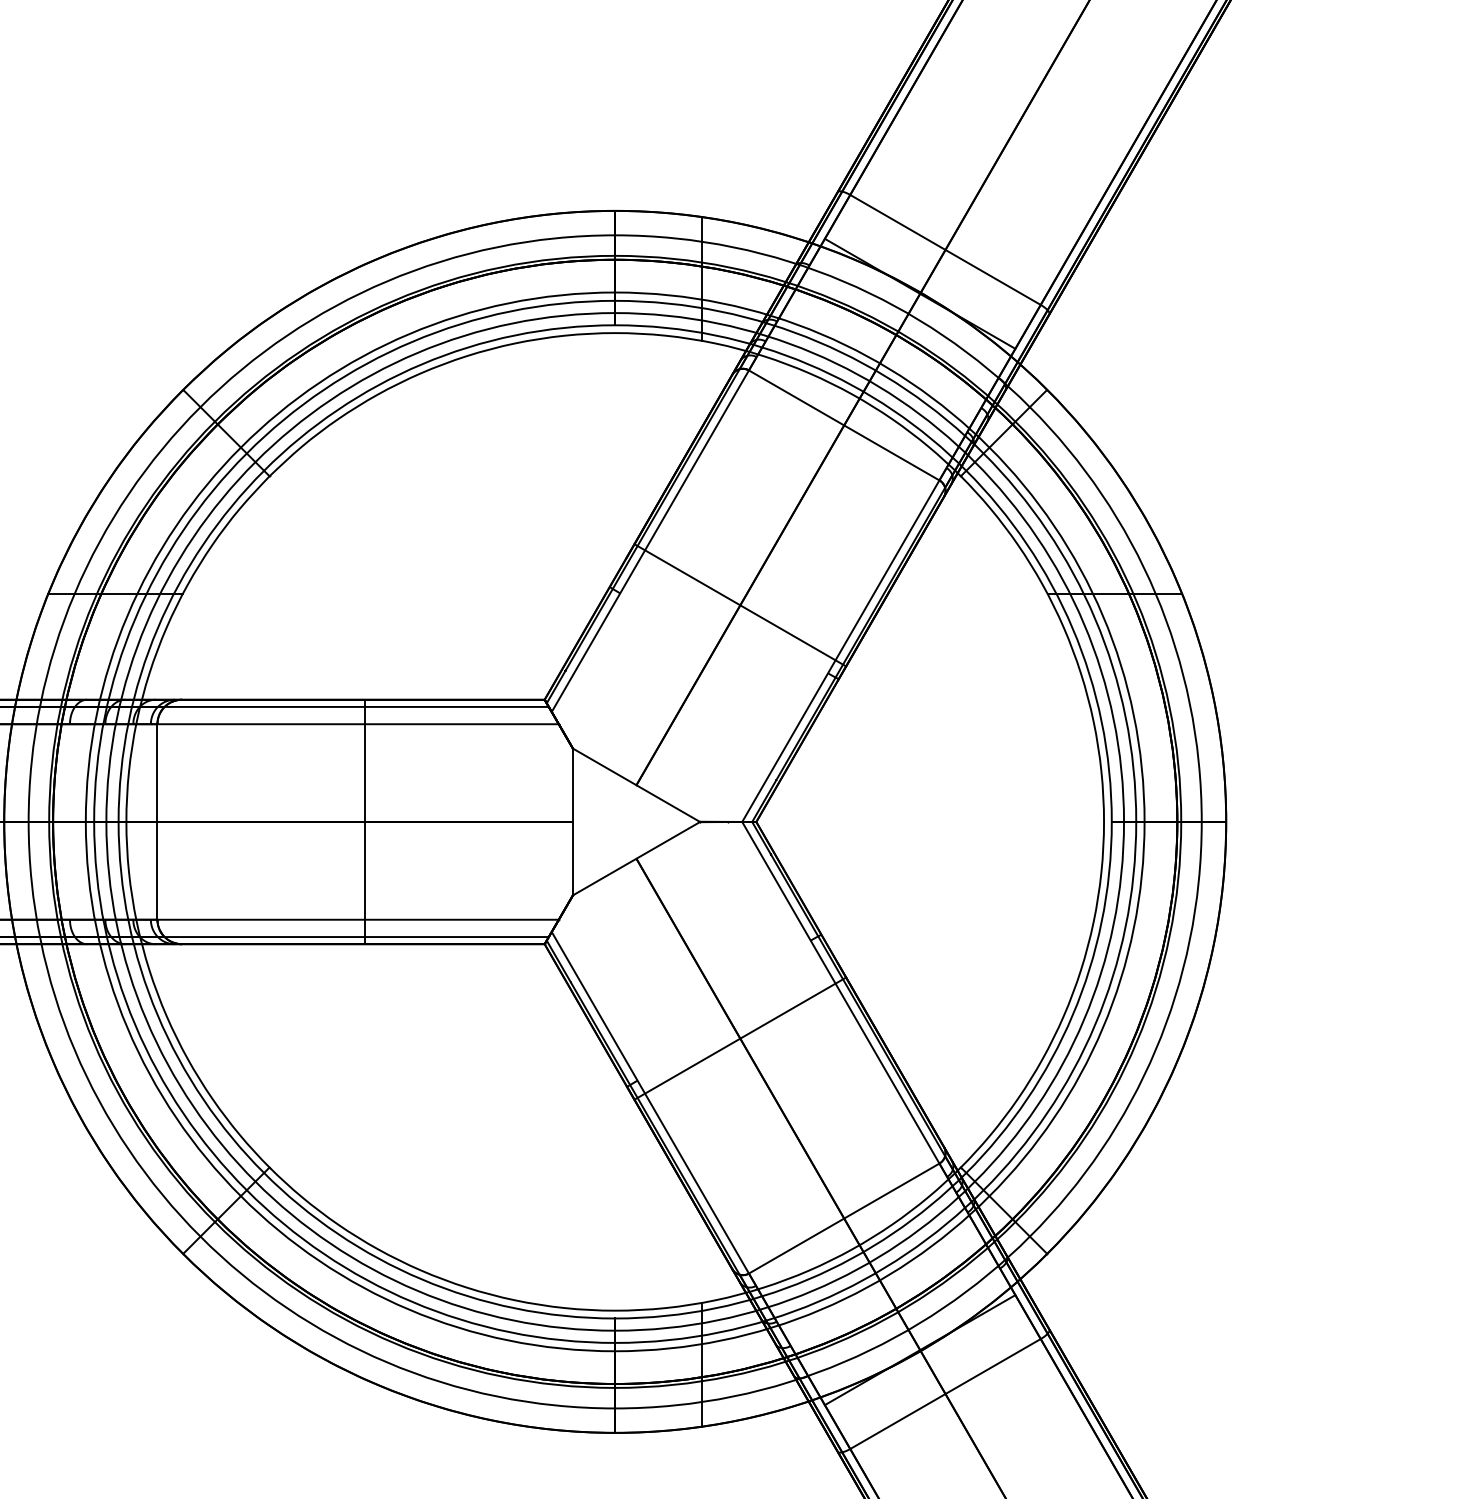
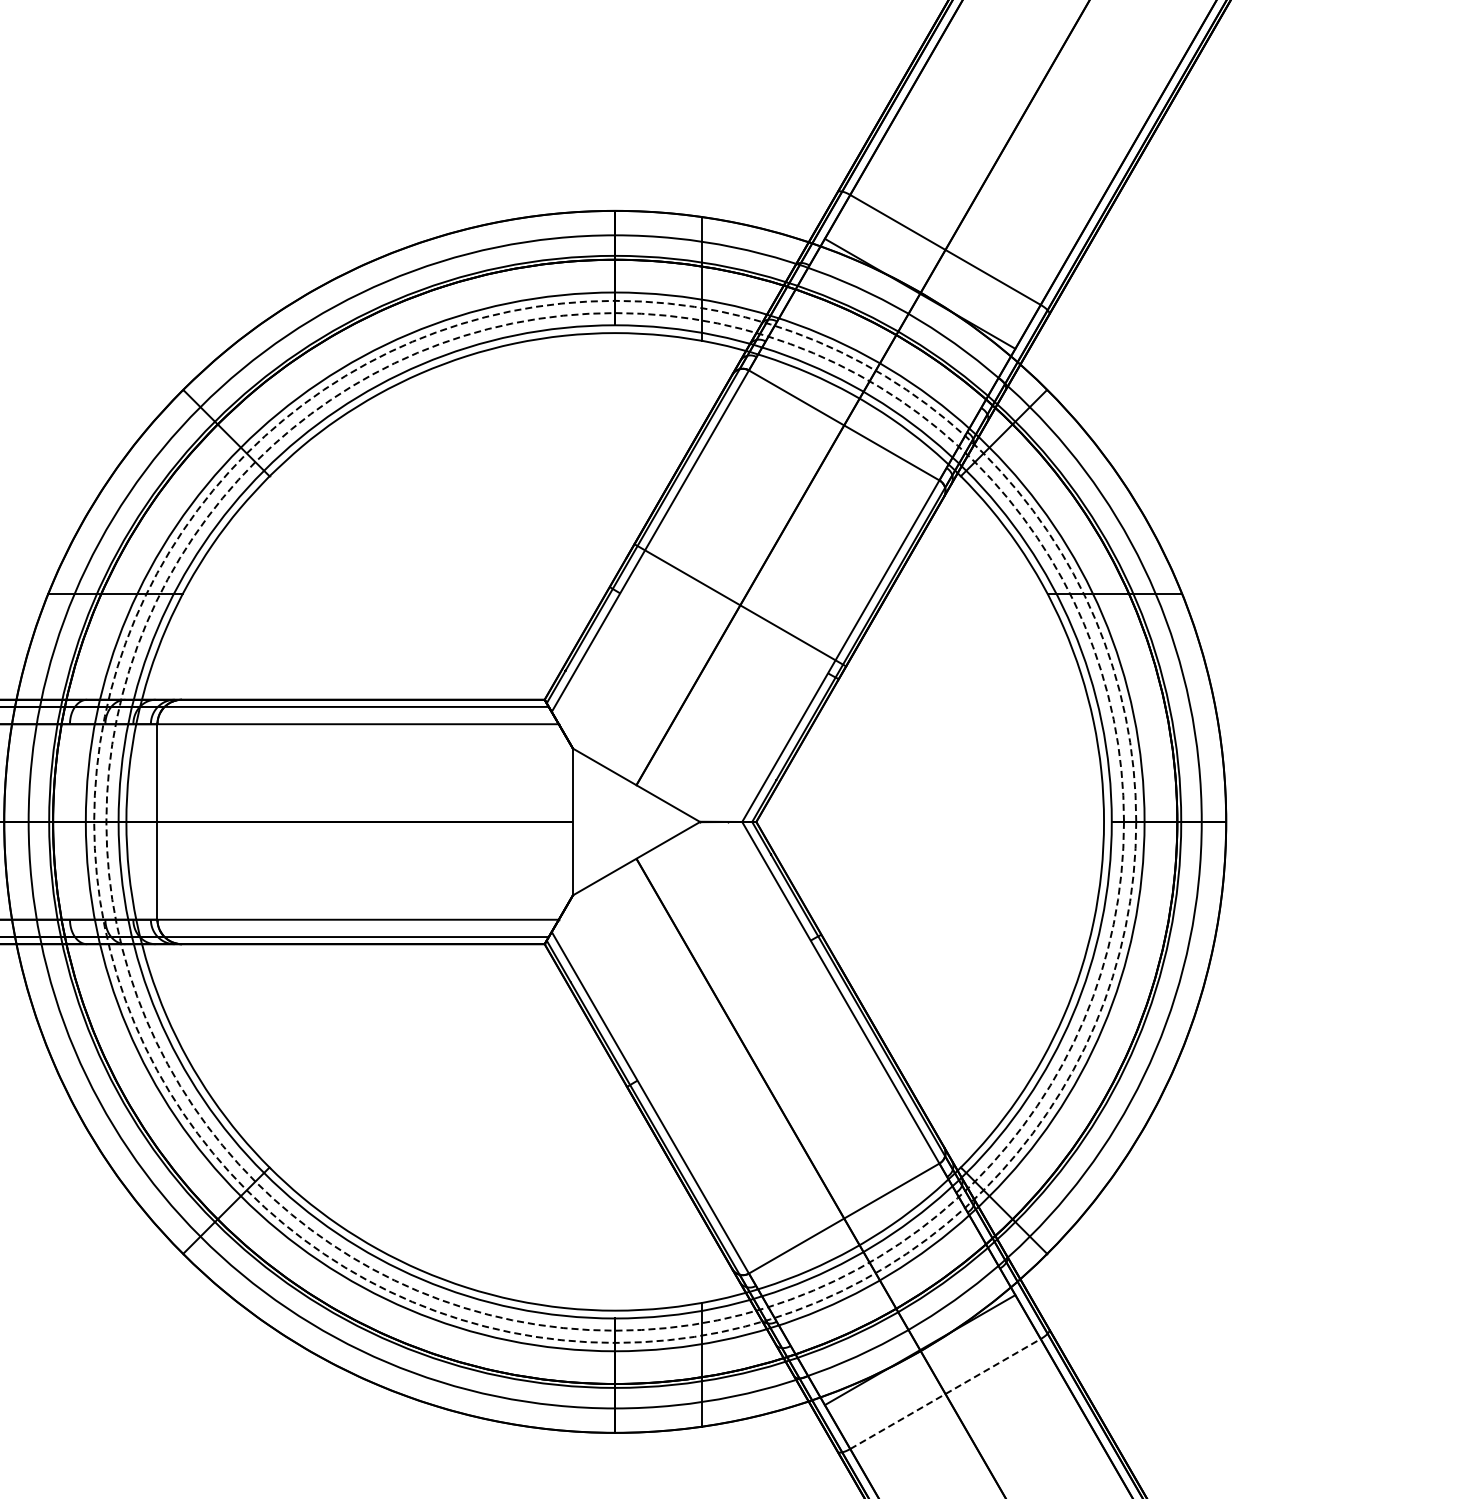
line at (365, 821): present -> none
circle at (615, 821): solid -> dashed
circle at (615, 821): solid -> dashed
line at (740, 1038): present -> none
line at (945, 1394): solid -> dashed
